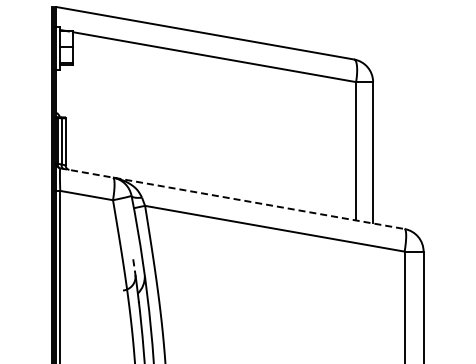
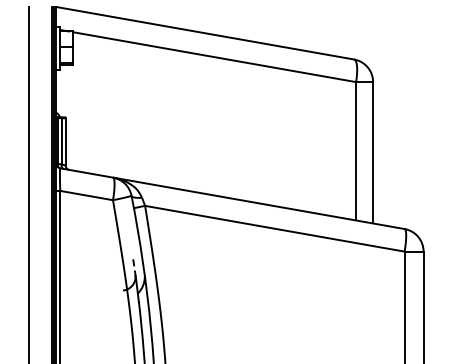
line at (29, 183): none -> present
line at (232, 198): dashed -> solid
